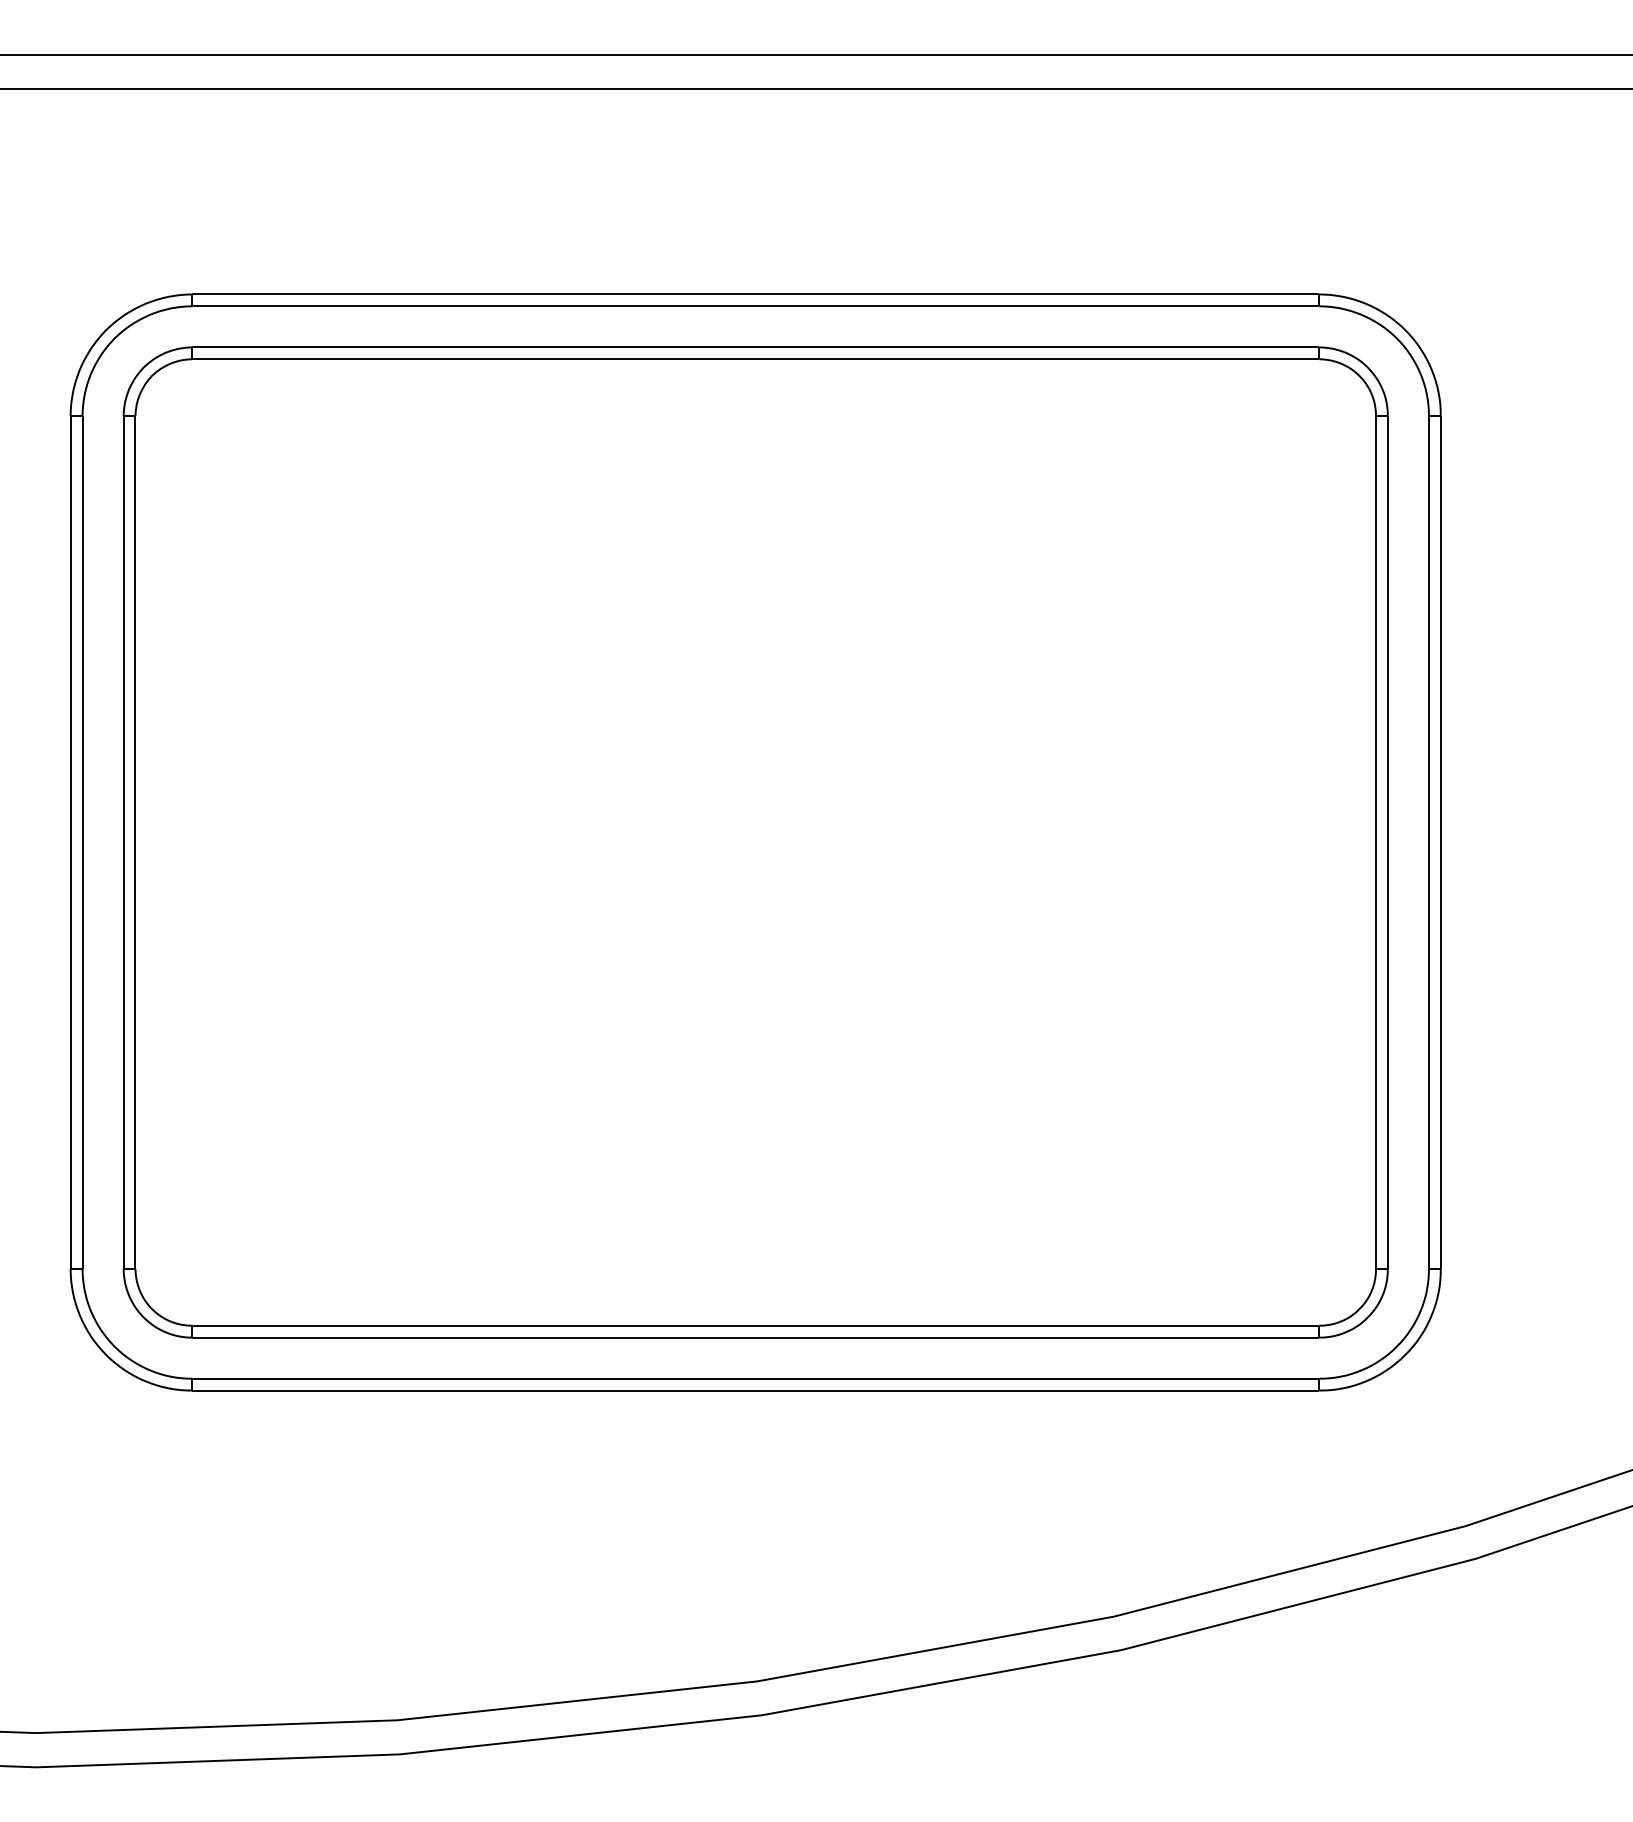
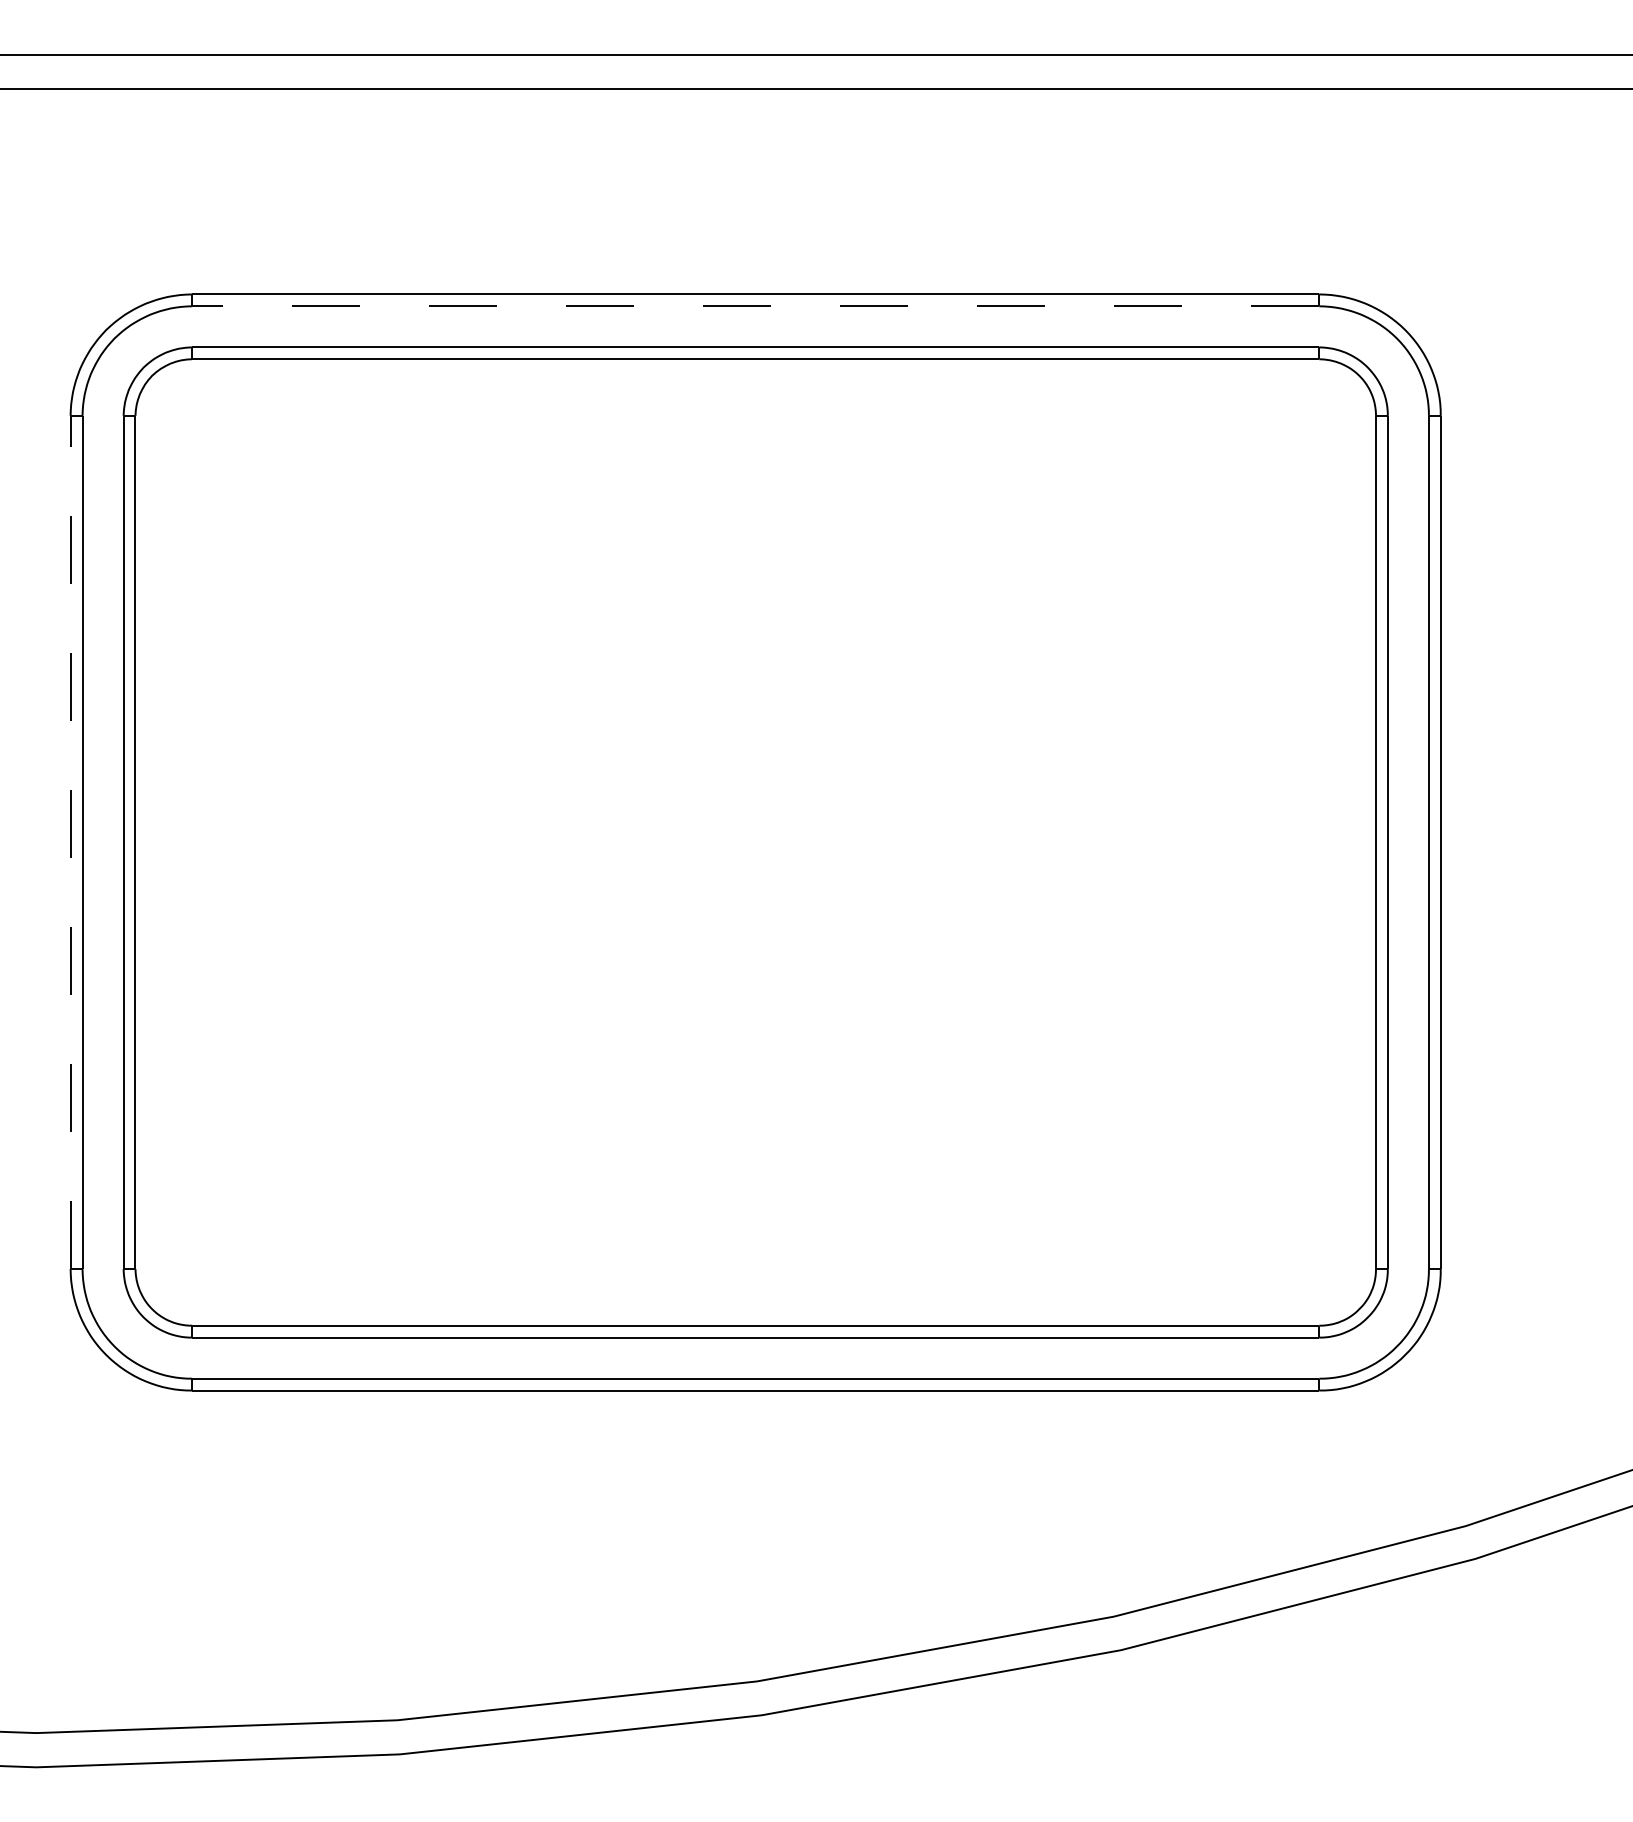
line at (755, 306): solid -> dashed
line at (70, 842): solid -> dashed
